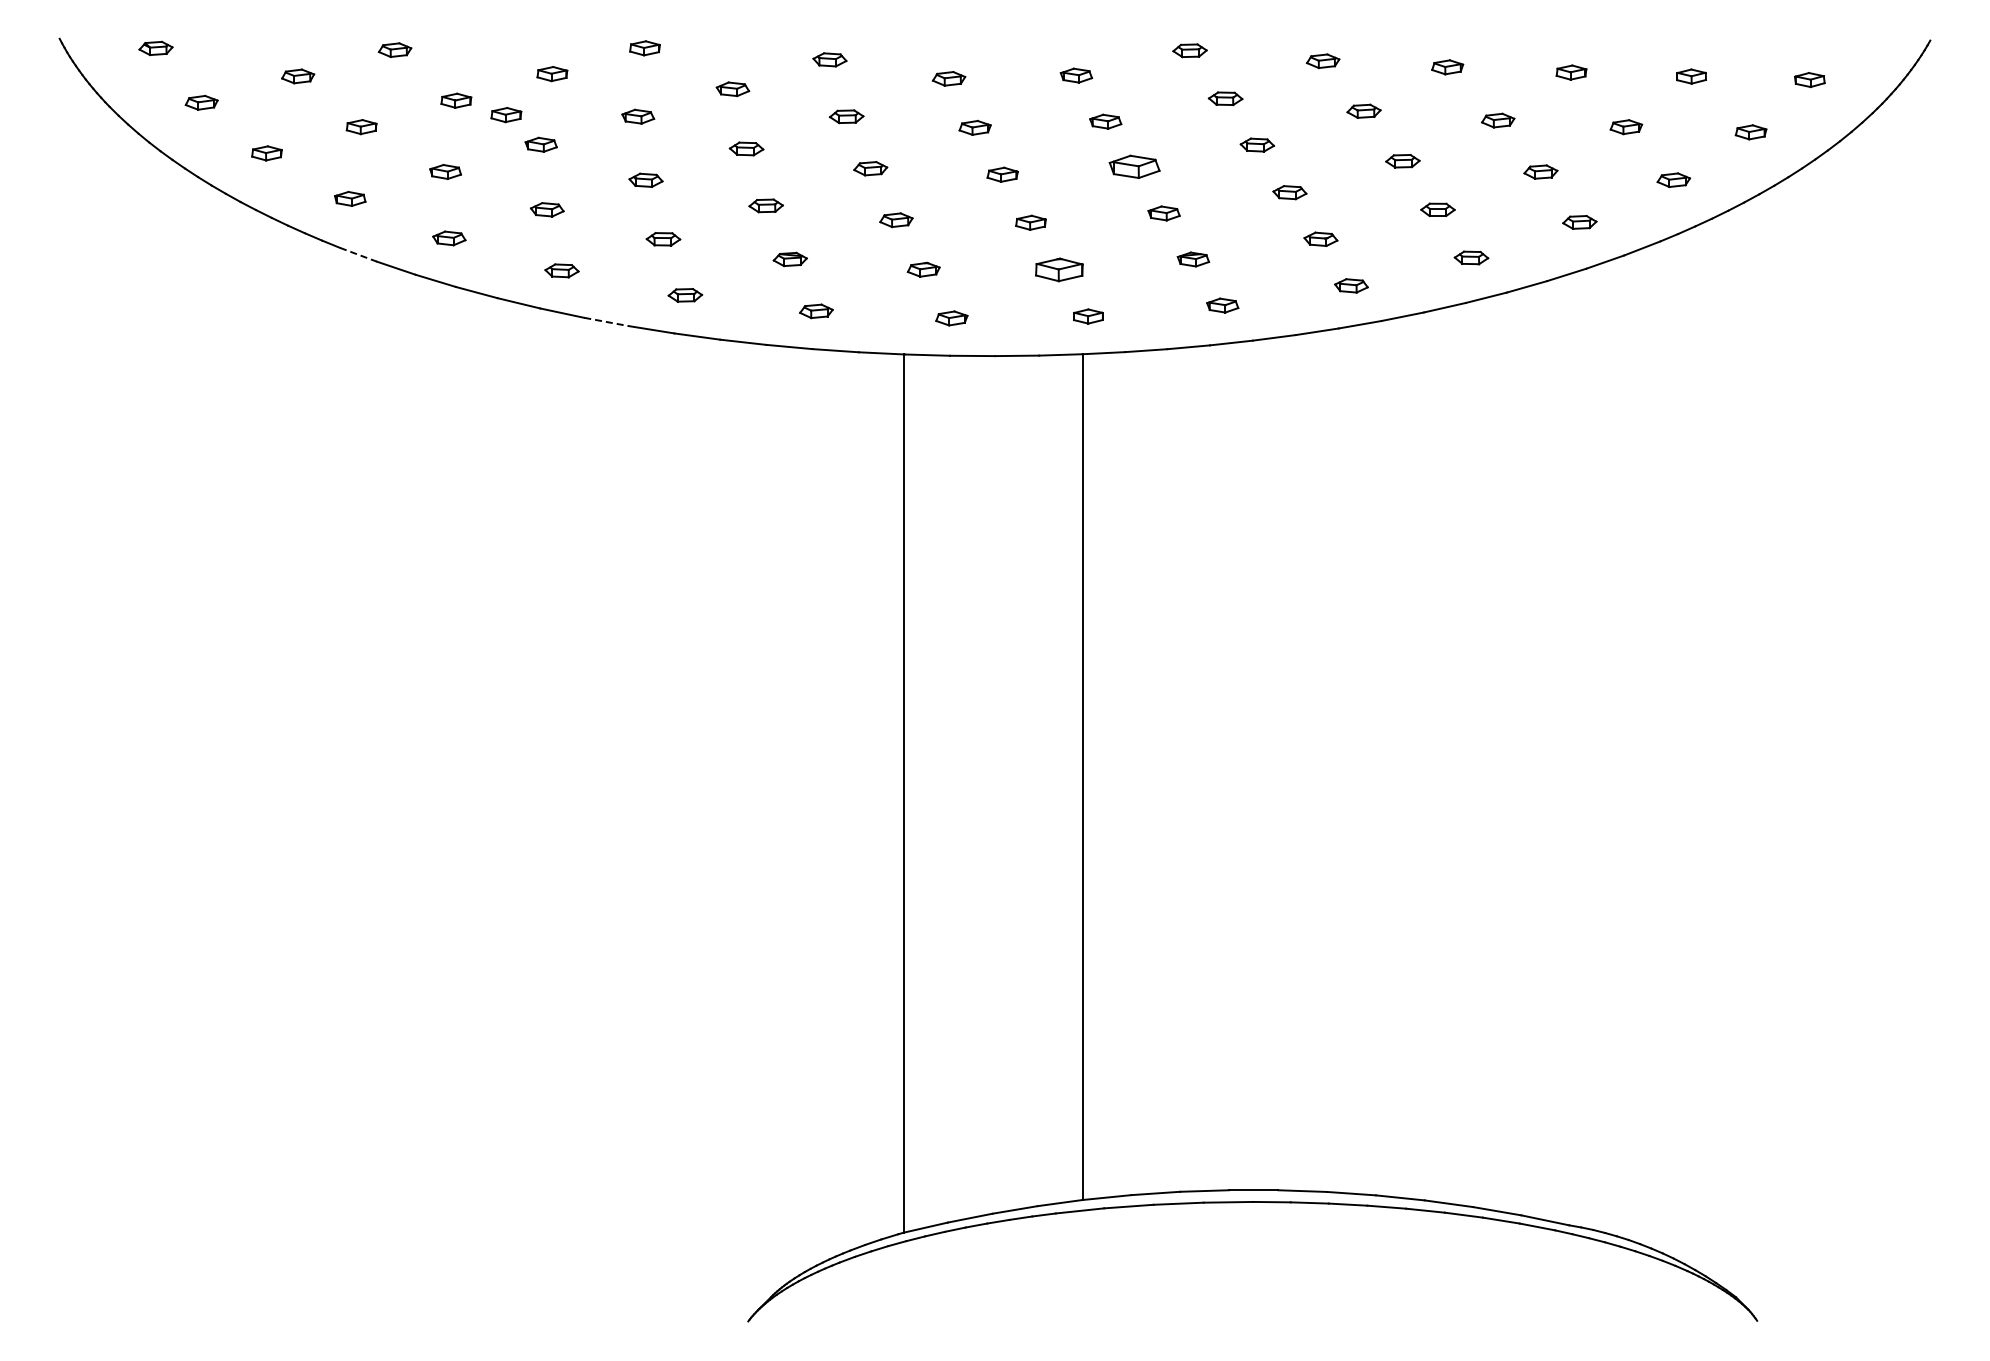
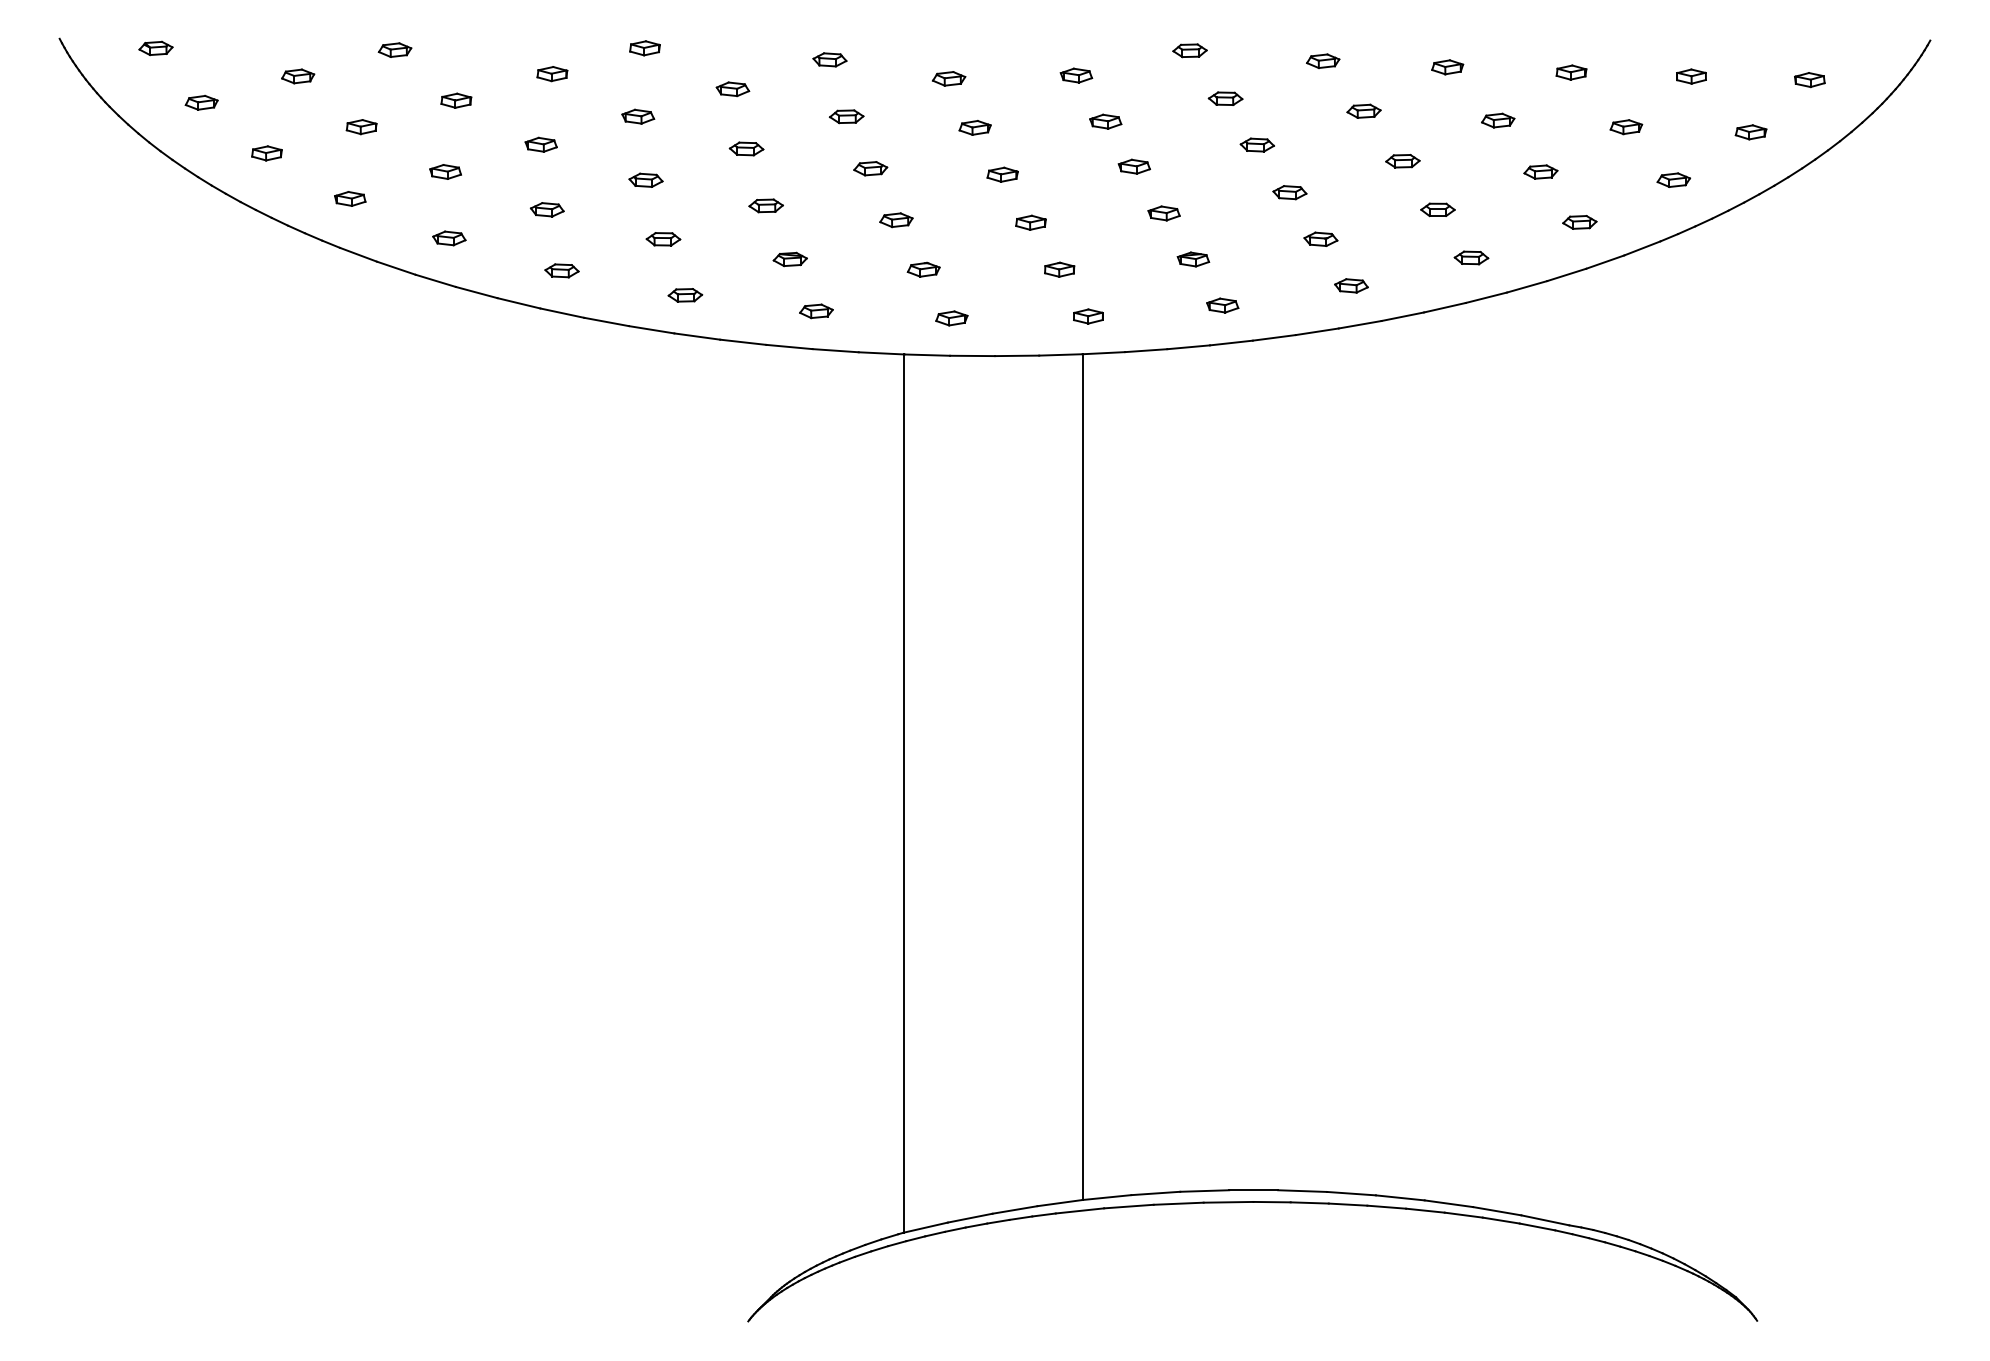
part at (506, 115): present -> none
part at (1134, 166) size: 53x25 px -> 34x17 px
line at (358, 254): dashed -> solid
part at (1059, 269) size: 49x26 px -> 32x17 px
line at (606, 321): dashed -> solid
